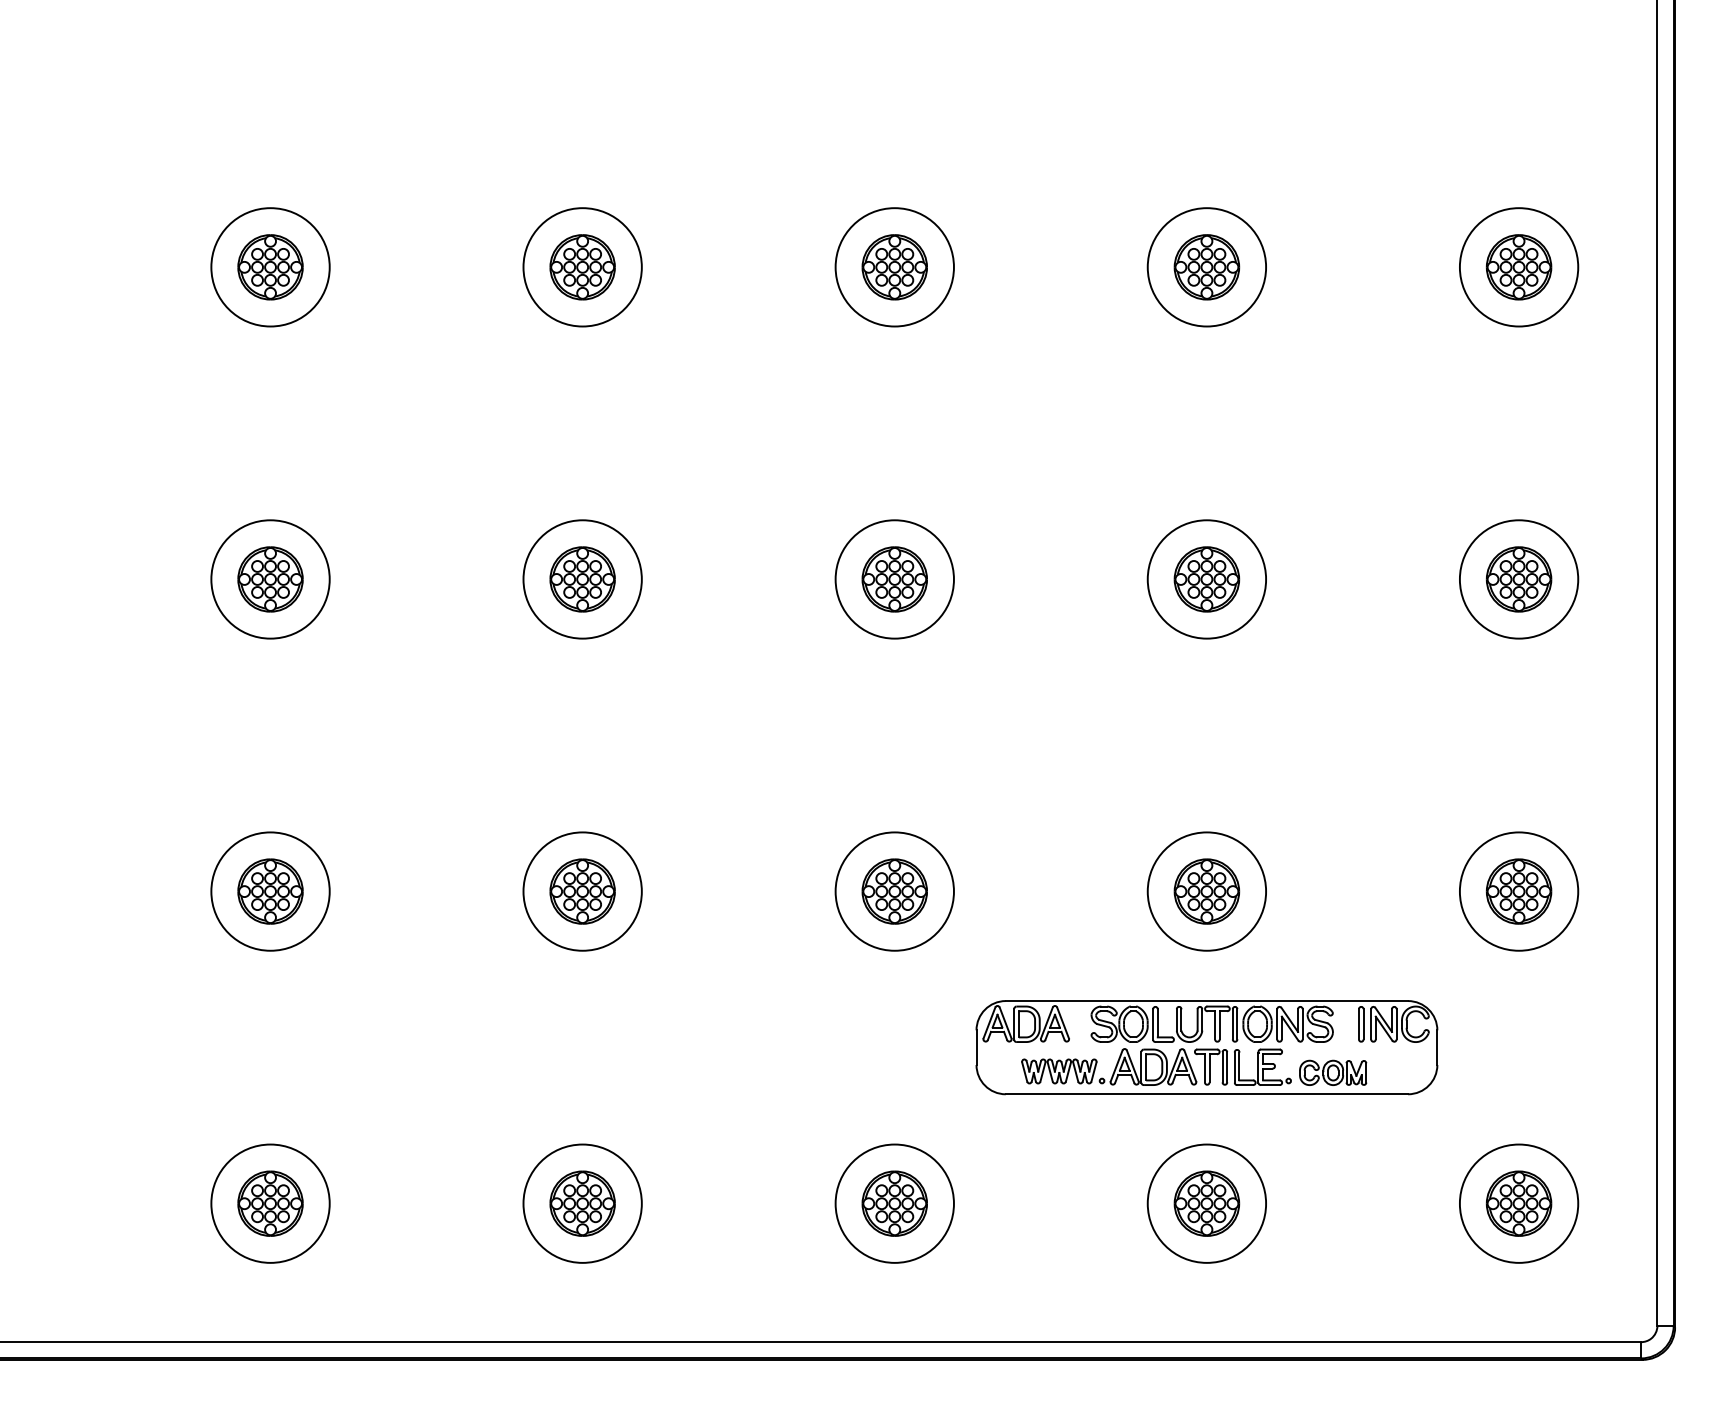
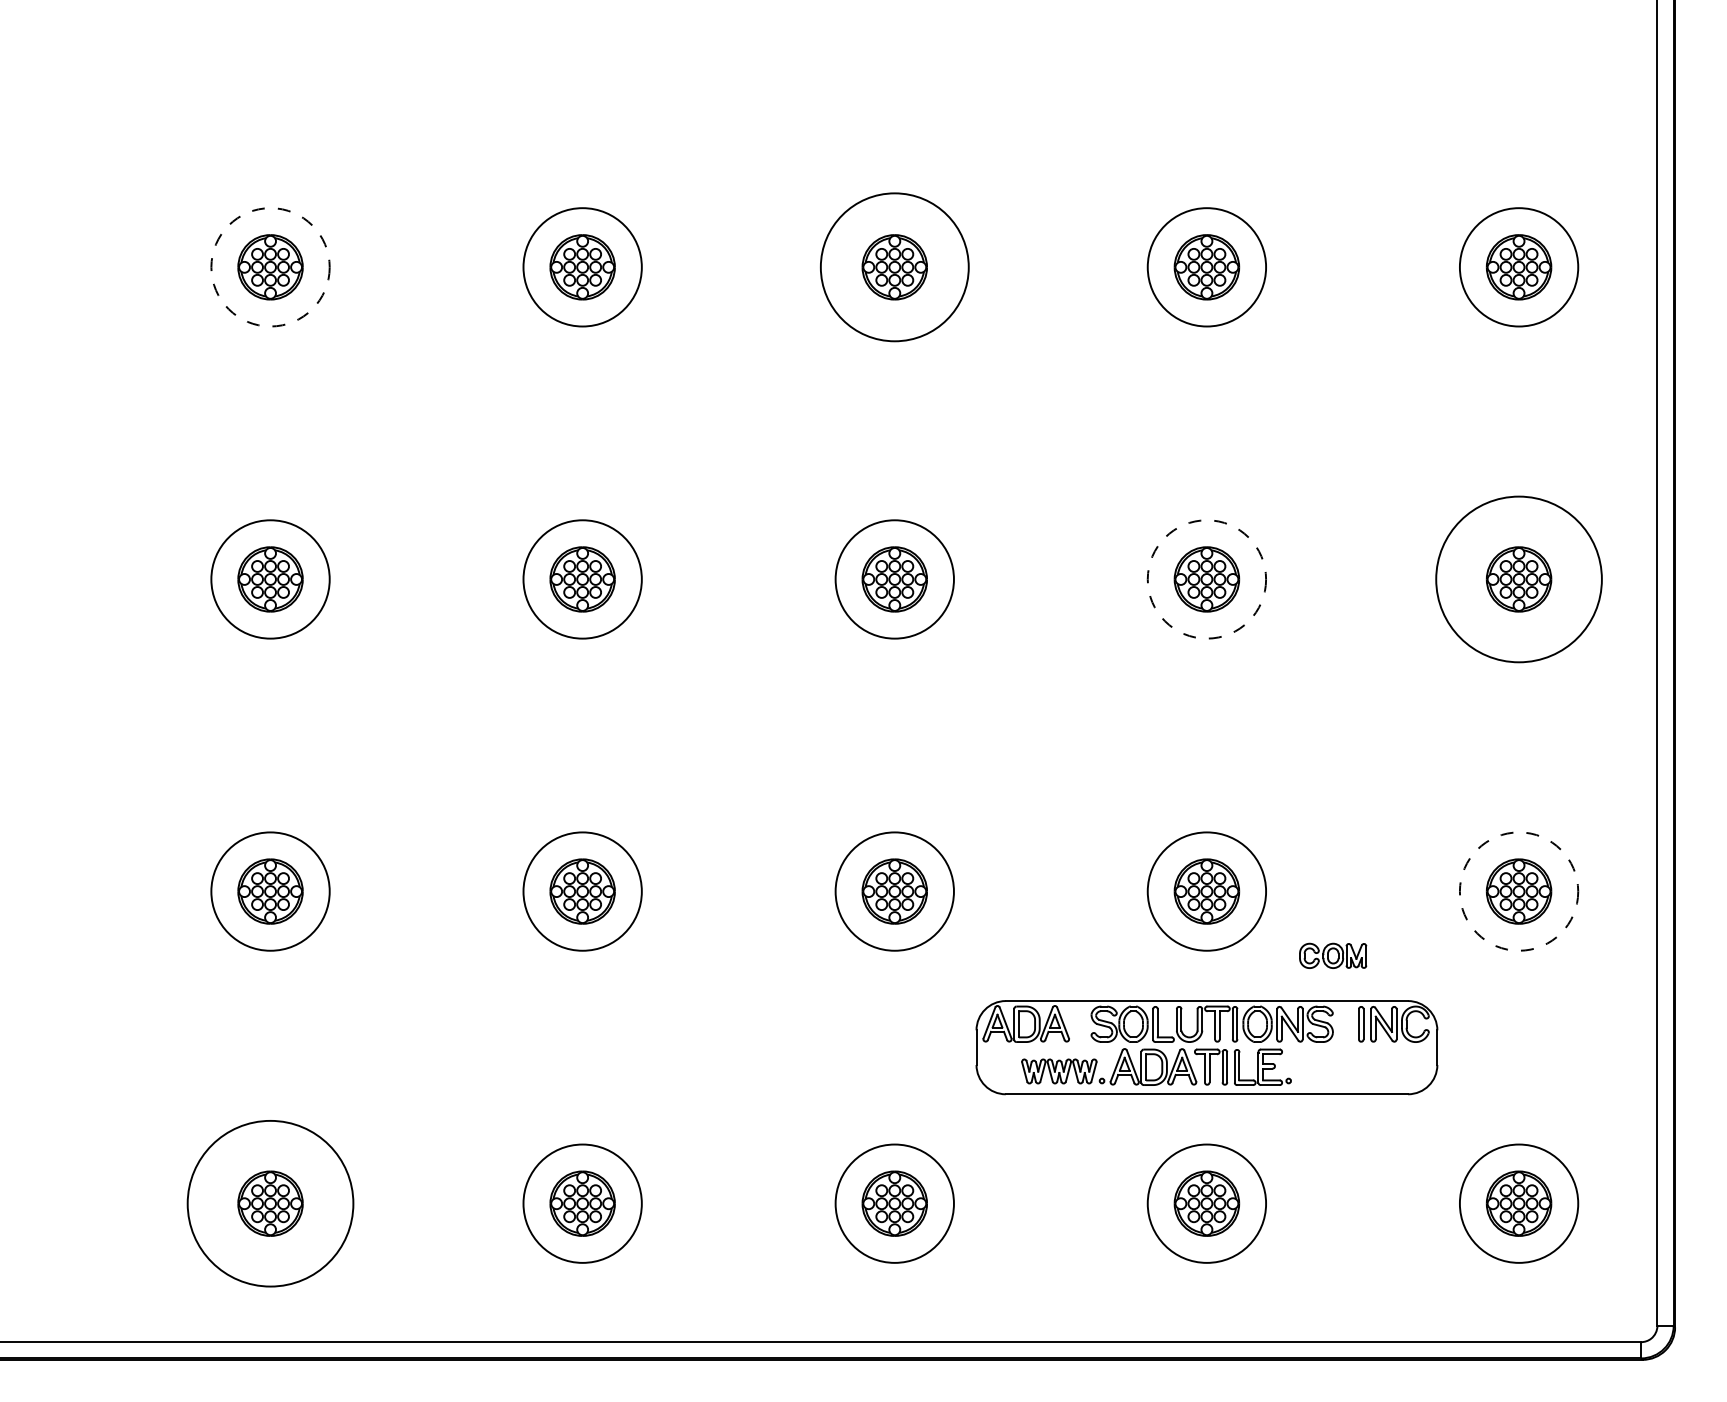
circle at (270, 267): solid -> dashed
circle at (894, 267) diameter: 118 px -> 148 px
circle at (1206, 579): solid -> dashed
circle at (1518, 579) diameter: 118 px -> 166 px
circle at (1518, 891): solid -> dashed
part at (1333, 1072) position: (1333, 1072) -> (1333, 955)
circle at (270, 1203) diameter: 118 px -> 166 px
